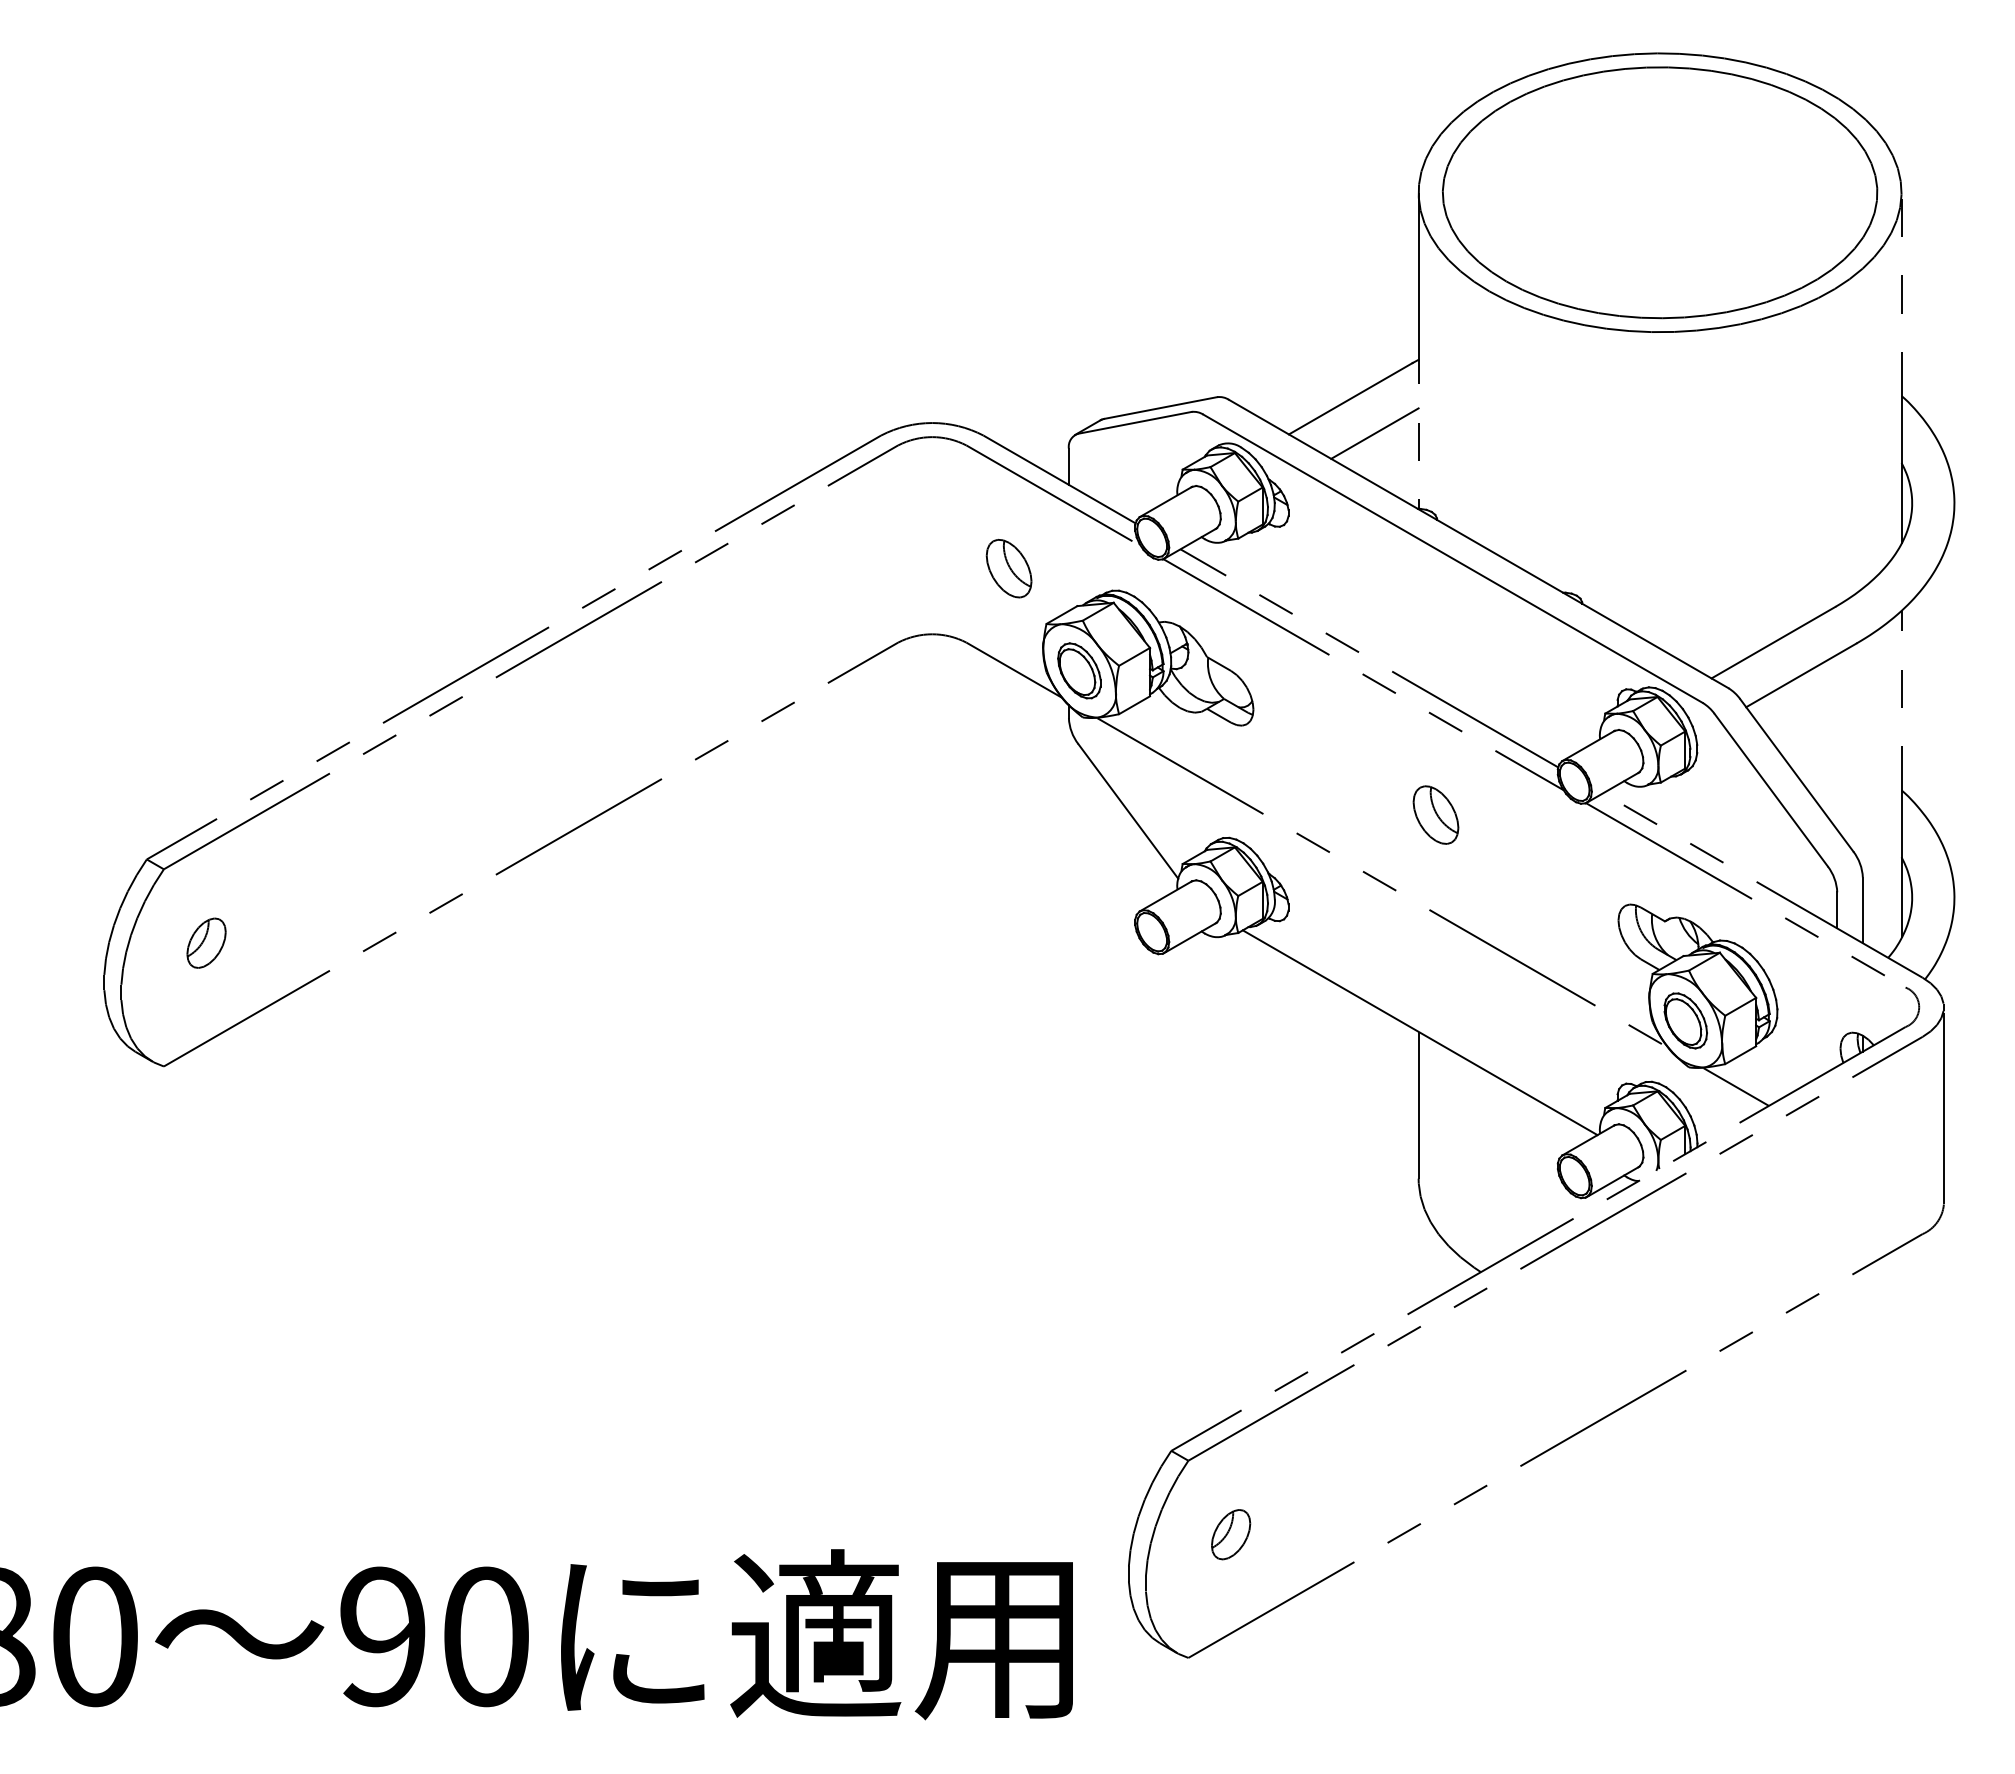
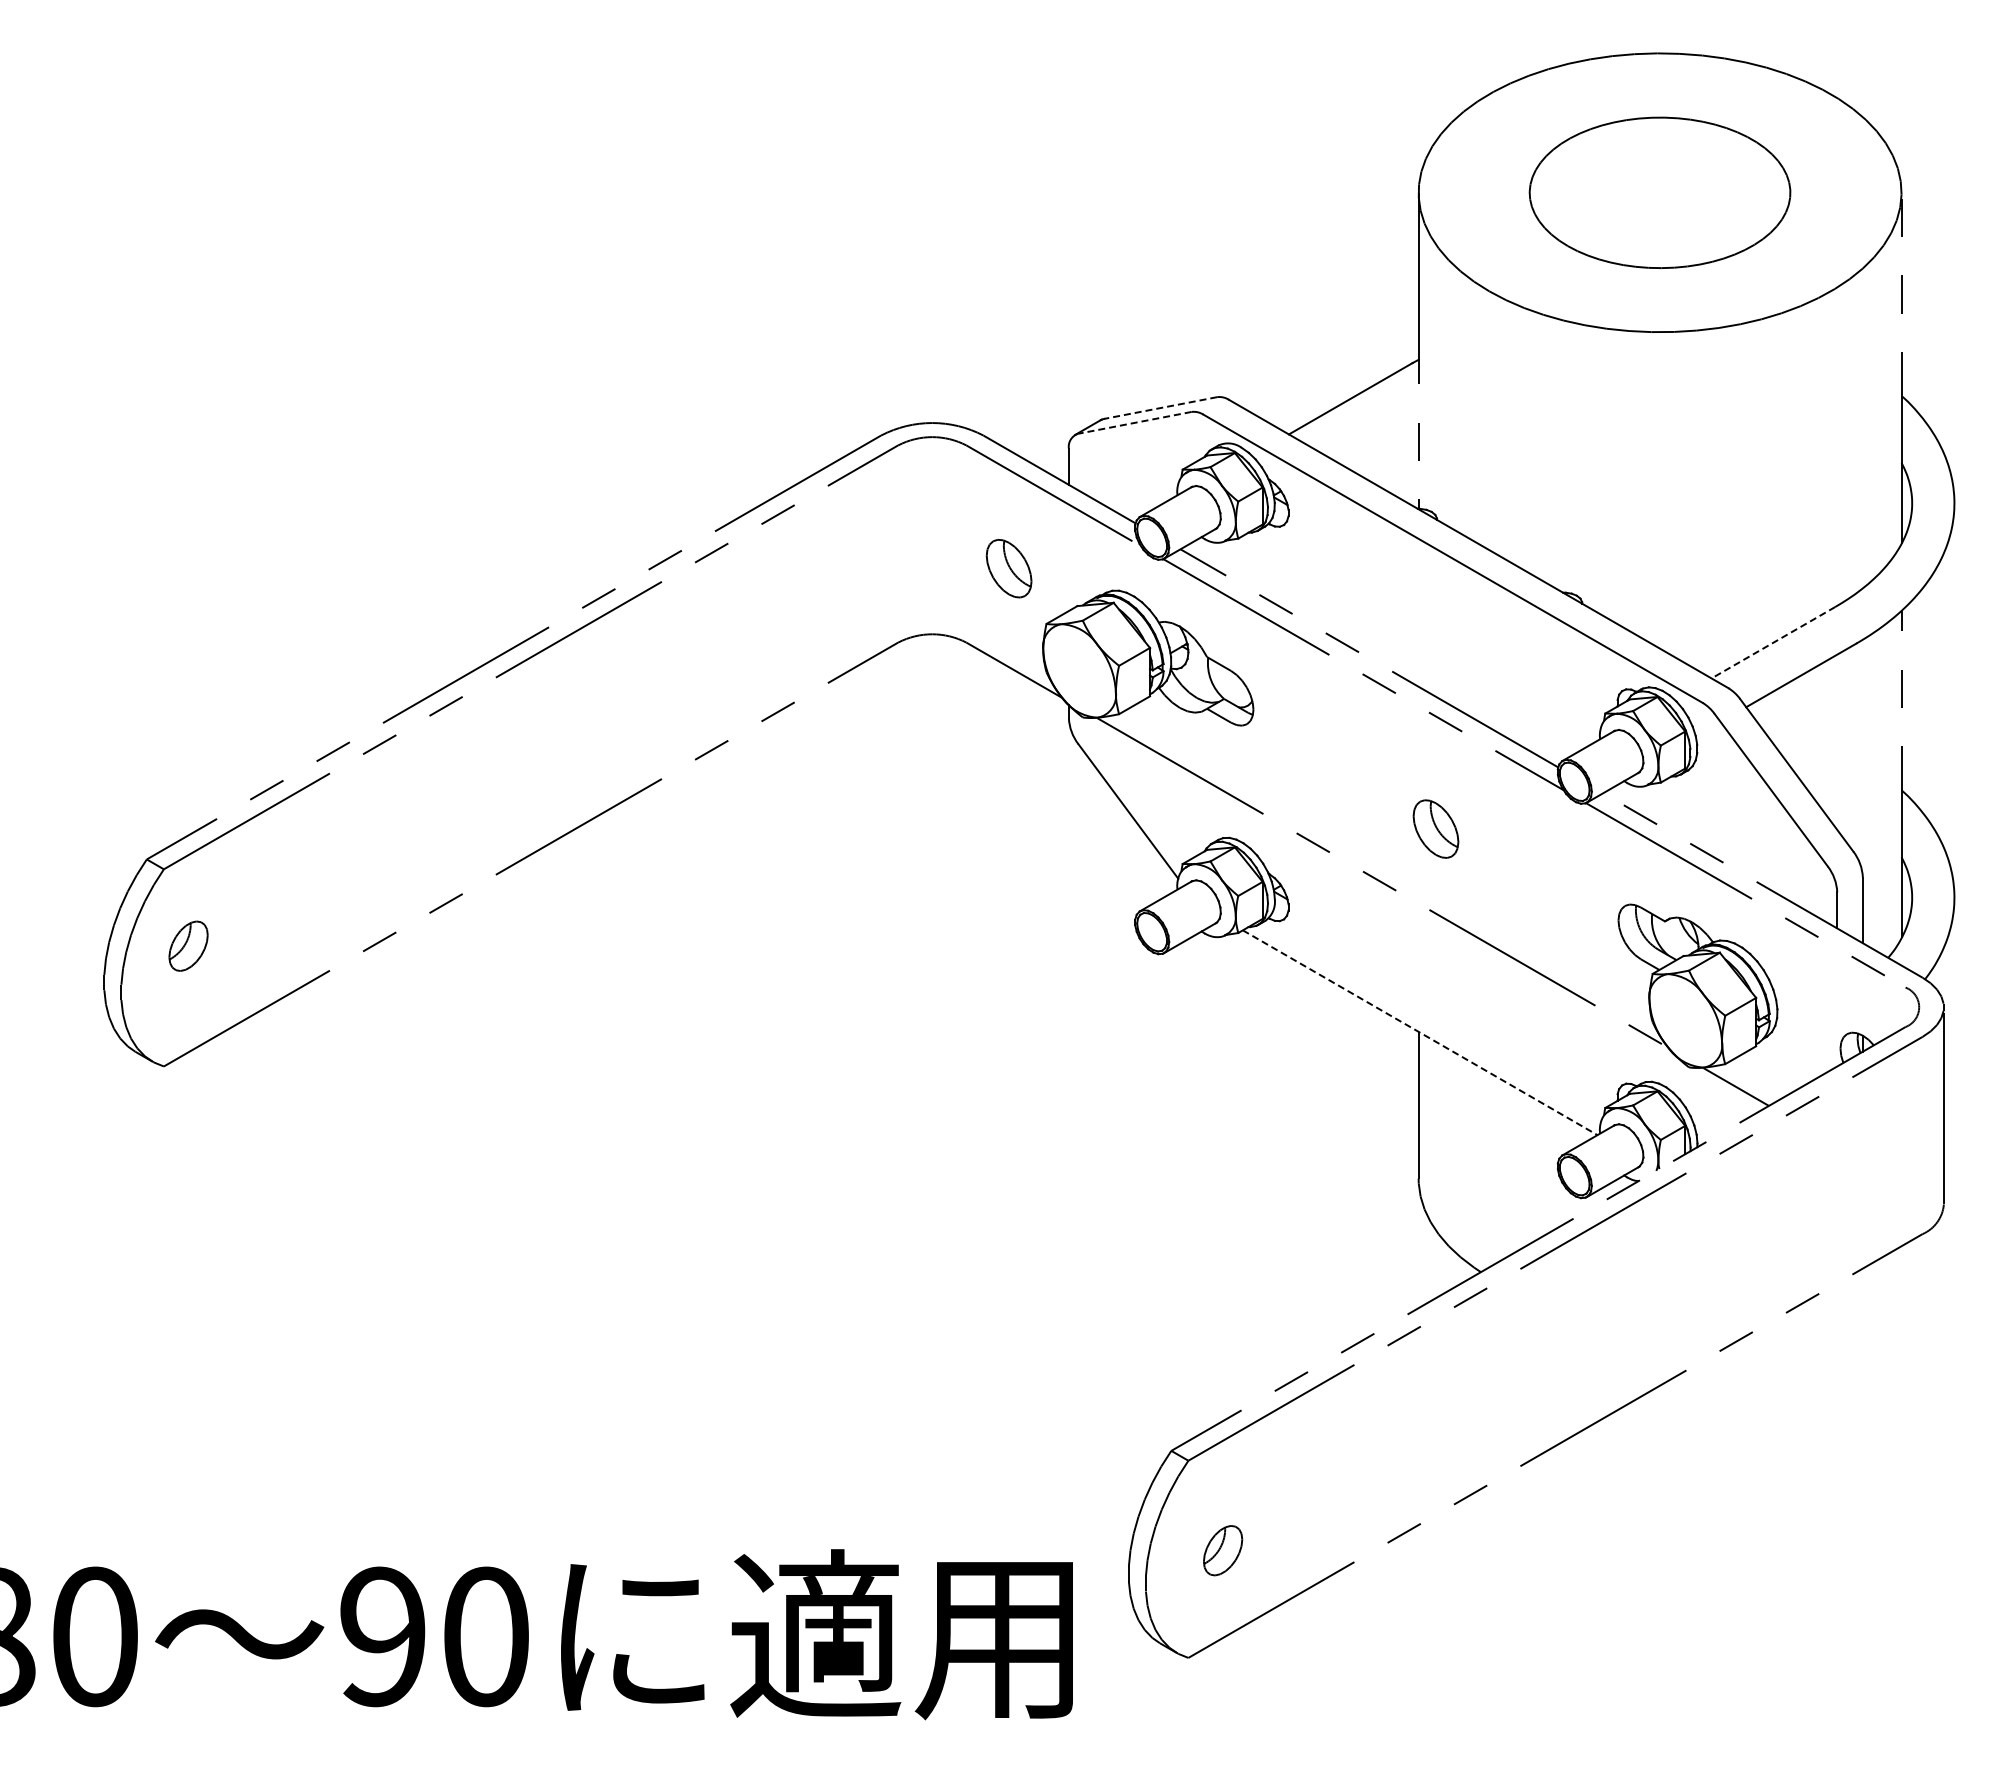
part at (1659, 192) size: 438x254 px -> 264x153 px
line at (1160, 408): solid -> dashed
line at (1134, 422): solid -> dashed
line at (1374, 433): present -> none
line at (1772, 642): solid -> dashed
part at (1079, 670): present -> none
part at (1435, 814) position: (1435, 814) -> (1435, 828)
part at (206, 942) position: (206, 942) -> (188, 945)
part at (1685, 1020): present -> none
line at (1420, 1032): solid -> dashed
part at (1231, 1534) position: (1231, 1534) -> (1223, 1550)
